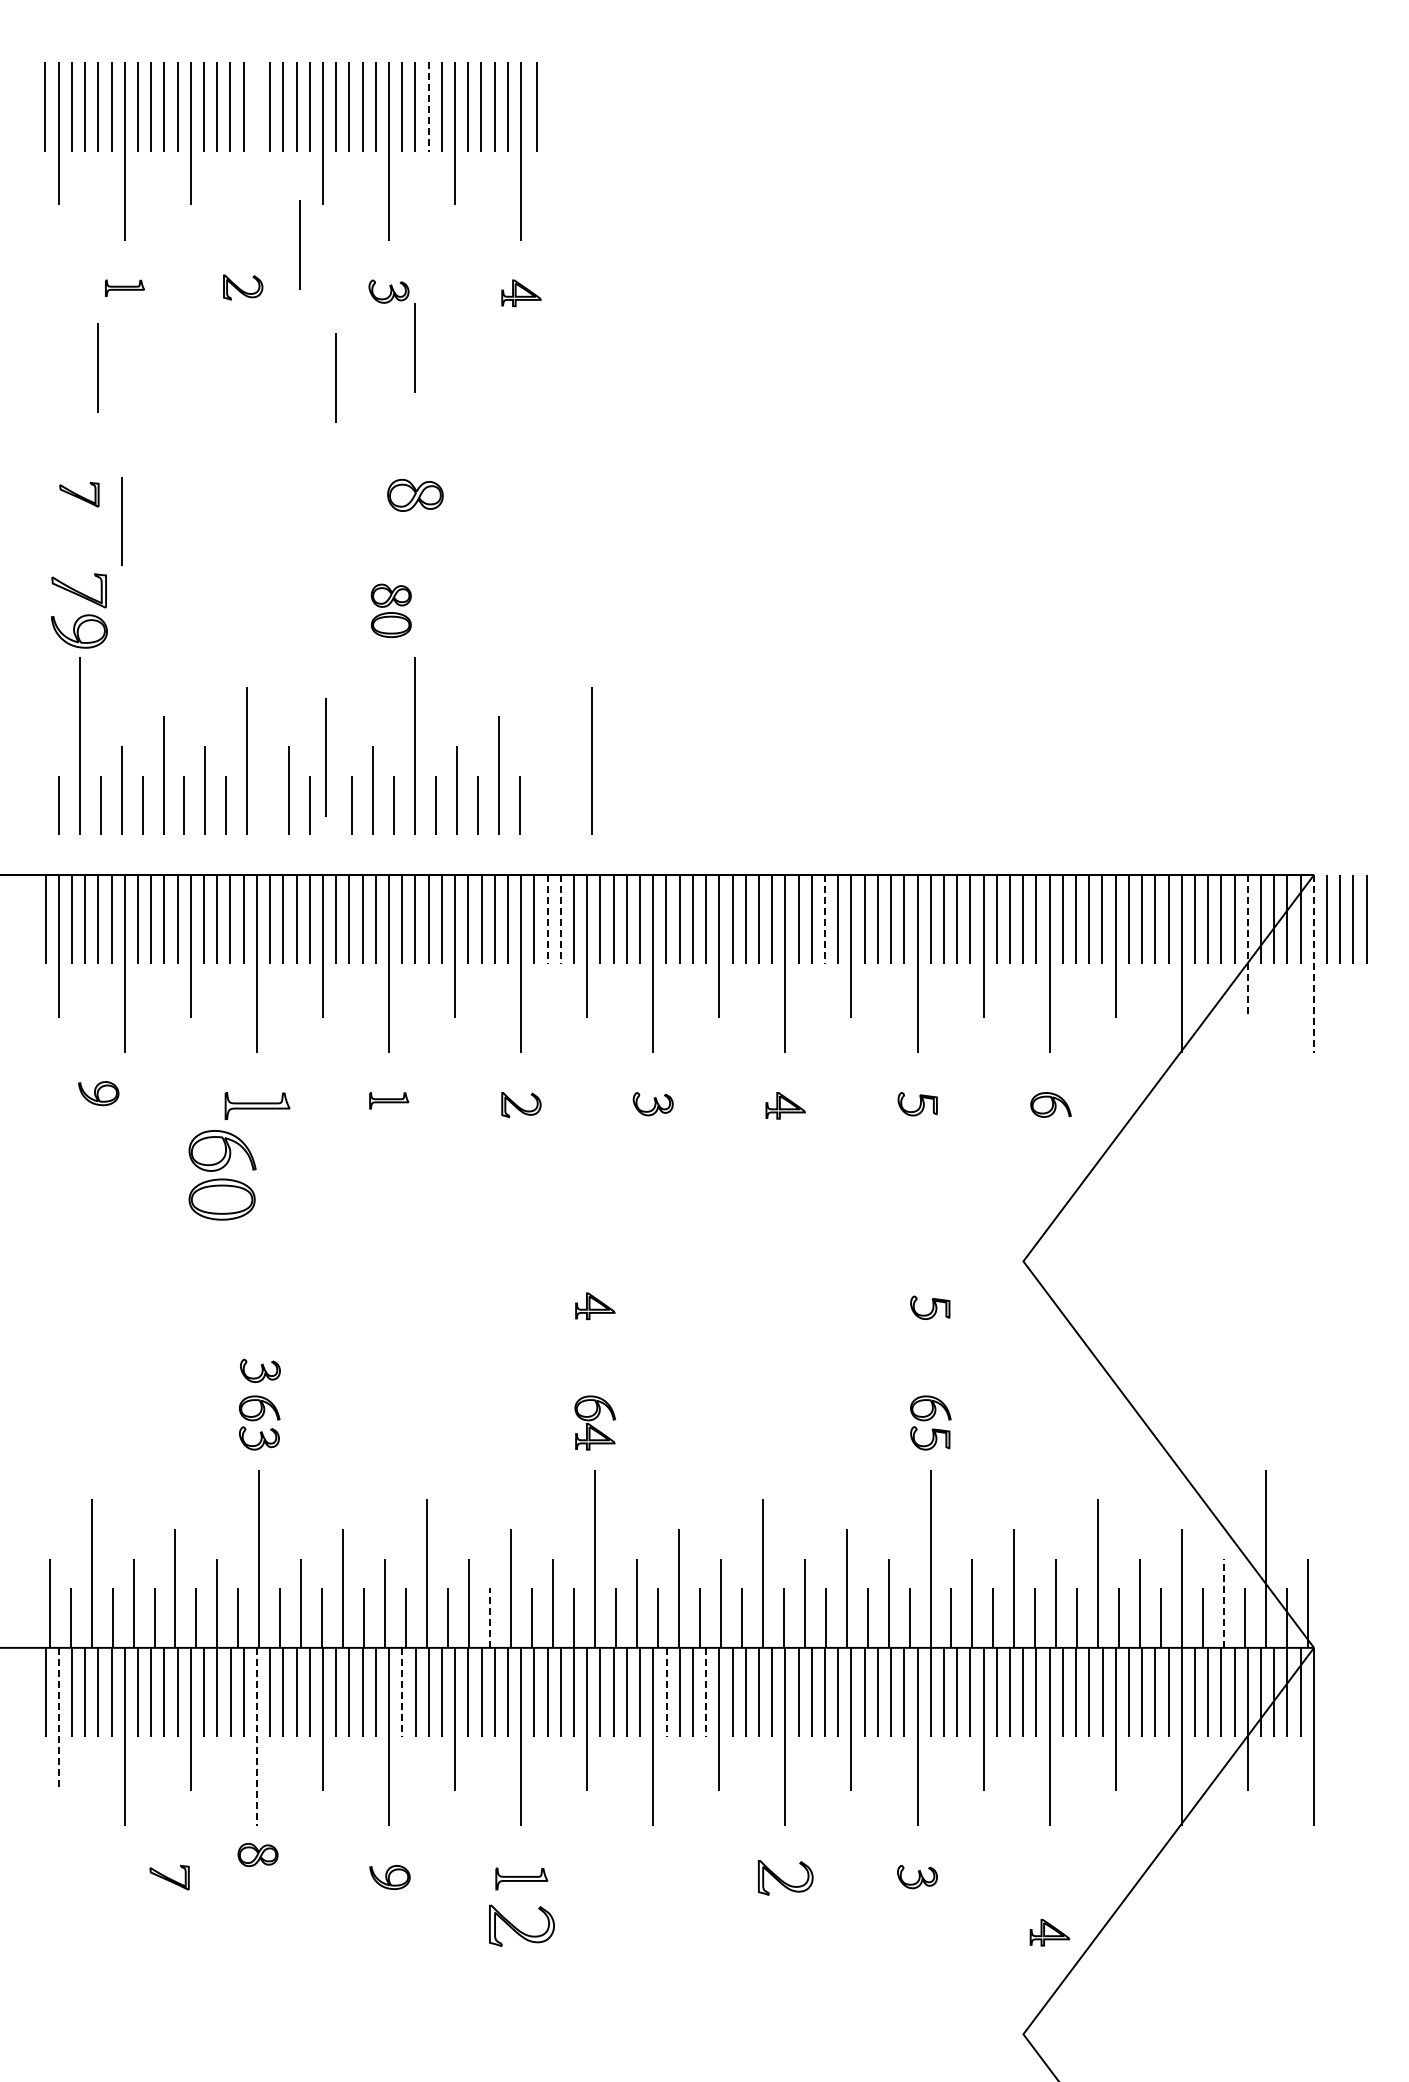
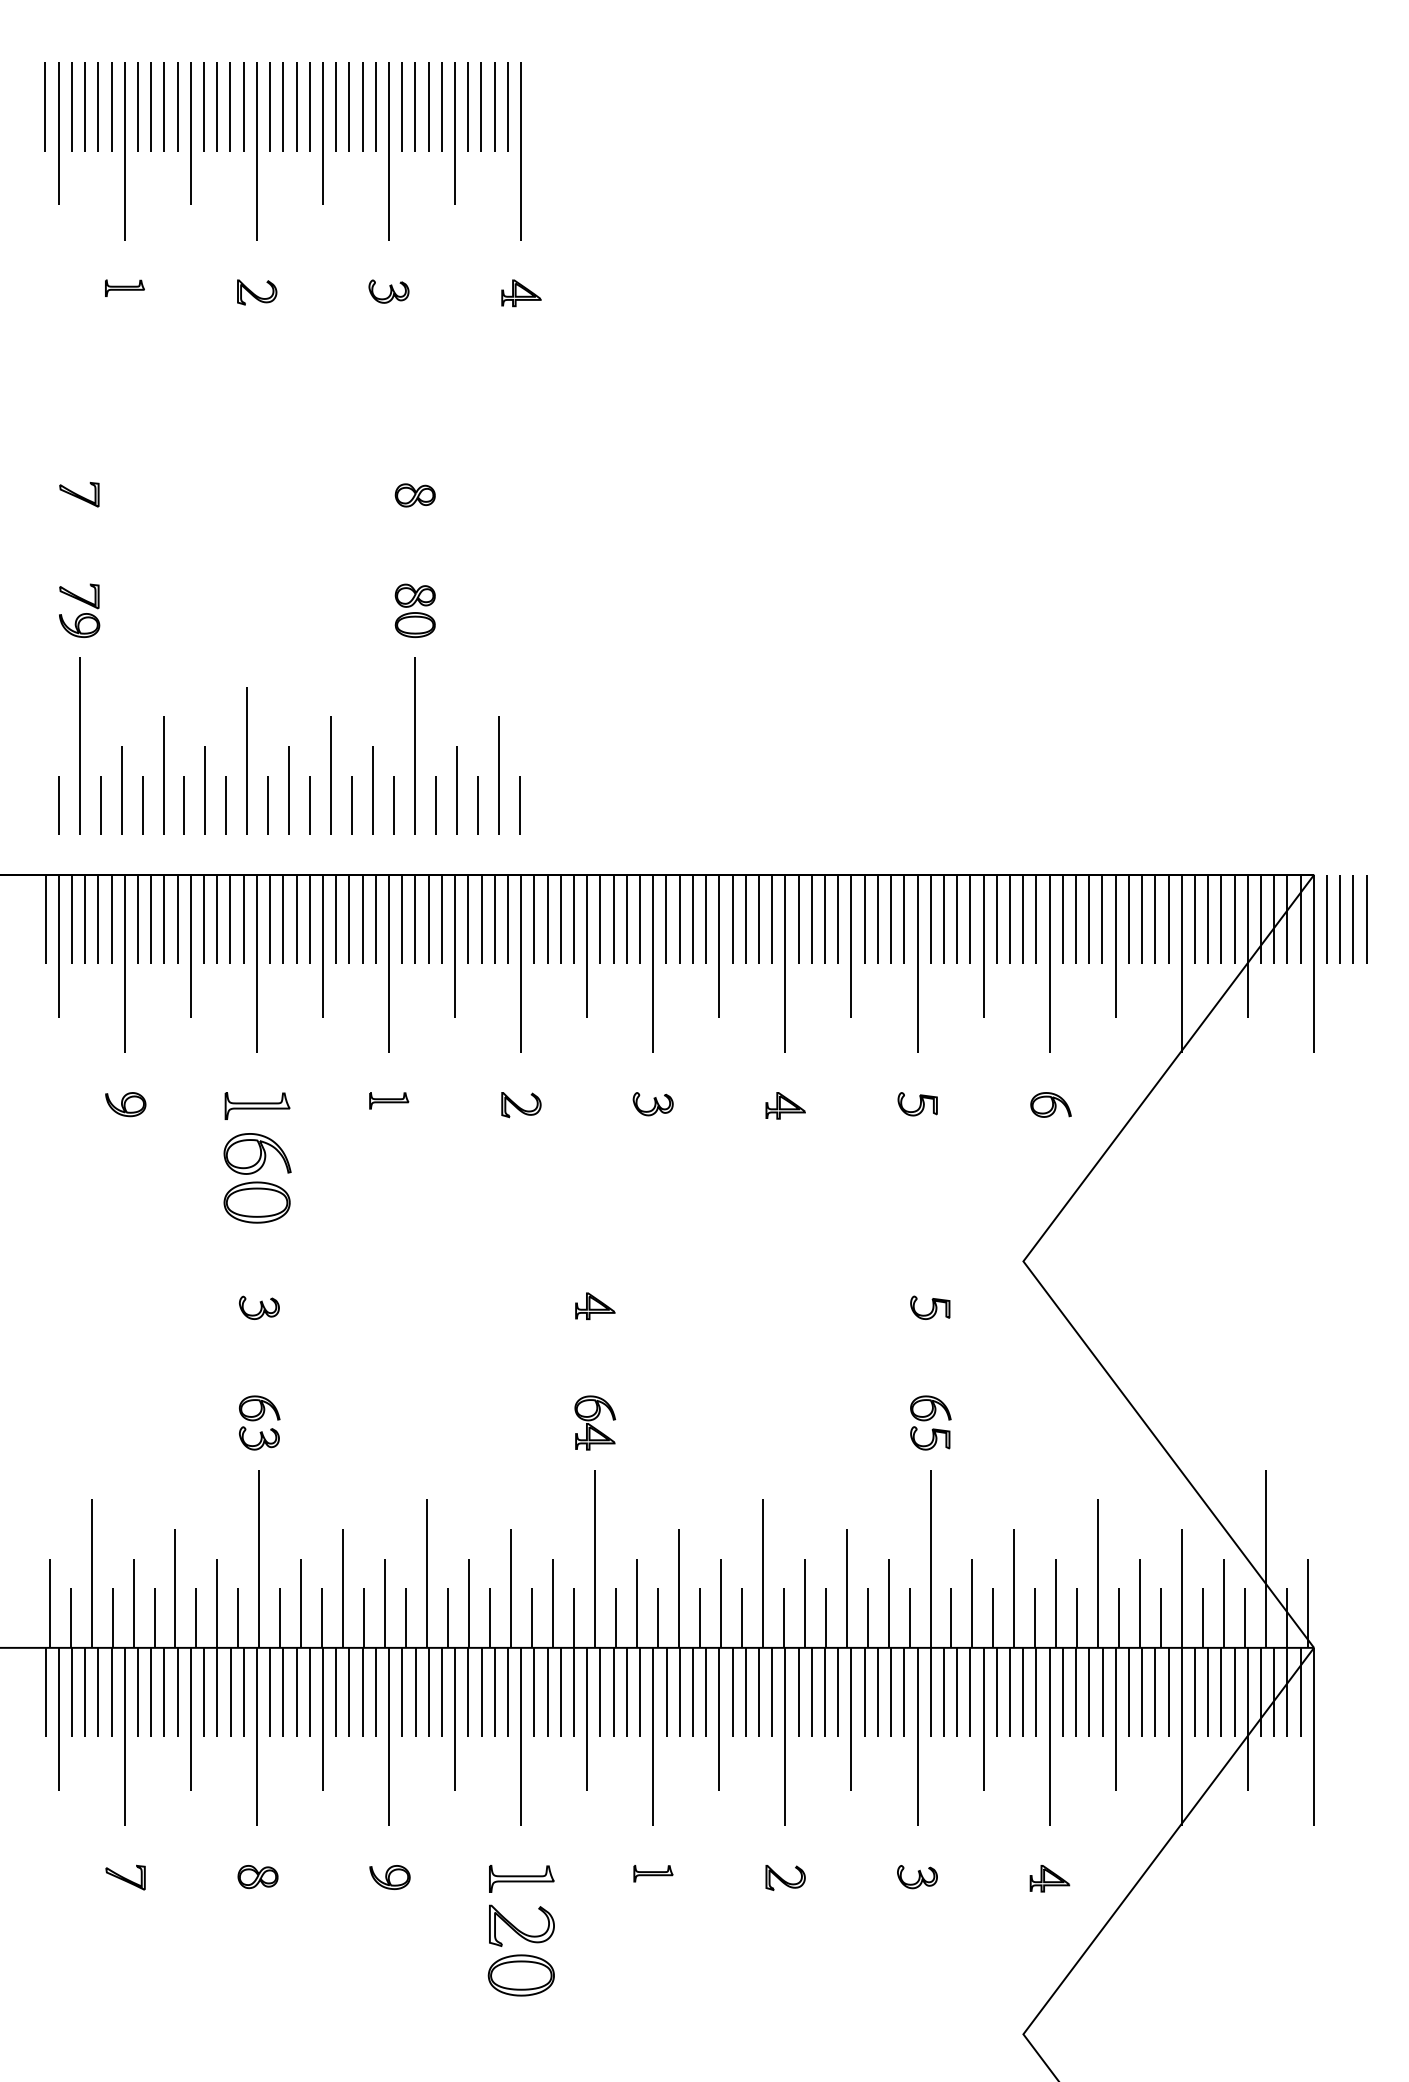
line at (536, 106): present -> none
line at (428, 107): dashed -> solid
line at (256, 151): none -> present
line at (299, 244): present -> none
part at (243, 287) position: (243, 287) -> (257, 292)
line at (414, 347): present -> none
line at (97, 367): present -> none
line at (335, 377): present -> none
part at (415, 494) size: 57x34 px -> 42x25 px
line at (121, 521): present -> none
part at (79, 610) size: 57x76 px -> 42x55 px
part at (390, 610) position: (390, 610) -> (414, 610)
line at (325, 757) position: (325, 757) -> (330, 775)
line at (591, 760): present -> none
line at (267, 805): none -> present
line at (547, 919): dashed -> solid
line at (560, 919): dashed -> solid
line at (825, 919): dashed -> solid
line at (1247, 946): dashed -> solid
line at (1313, 964): dashed -> solid
part at (98, 1093) position: (98, 1093) -> (125, 1104)
part at (222, 1175) position: (222, 1175) -> (257, 1178)
part at (260, 1370) position: (260, 1370) -> (259, 1307)
line at (1224, 1603): dashed -> solid
line at (490, 1618): dashed -> solid
line at (402, 1692): dashed -> solid
line at (666, 1692): dashed -> solid
line at (706, 1692): dashed -> solid
line at (58, 1719): dashed -> solid
line at (256, 1737): dashed -> solid
part at (257, 1855) position: (257, 1855) -> (257, 1877)
part at (653, 1873): none -> present
part at (169, 1877) position: (169, 1877) -> (125, 1877)
part at (785, 1877) size: 56x36 px -> 41x26 px
part at (521, 1878) size: 54x24 px -> 66x28 px
part at (1049, 1932) position: (1049, 1932) -> (1049, 1878)
part at (520, 1975): none -> present
